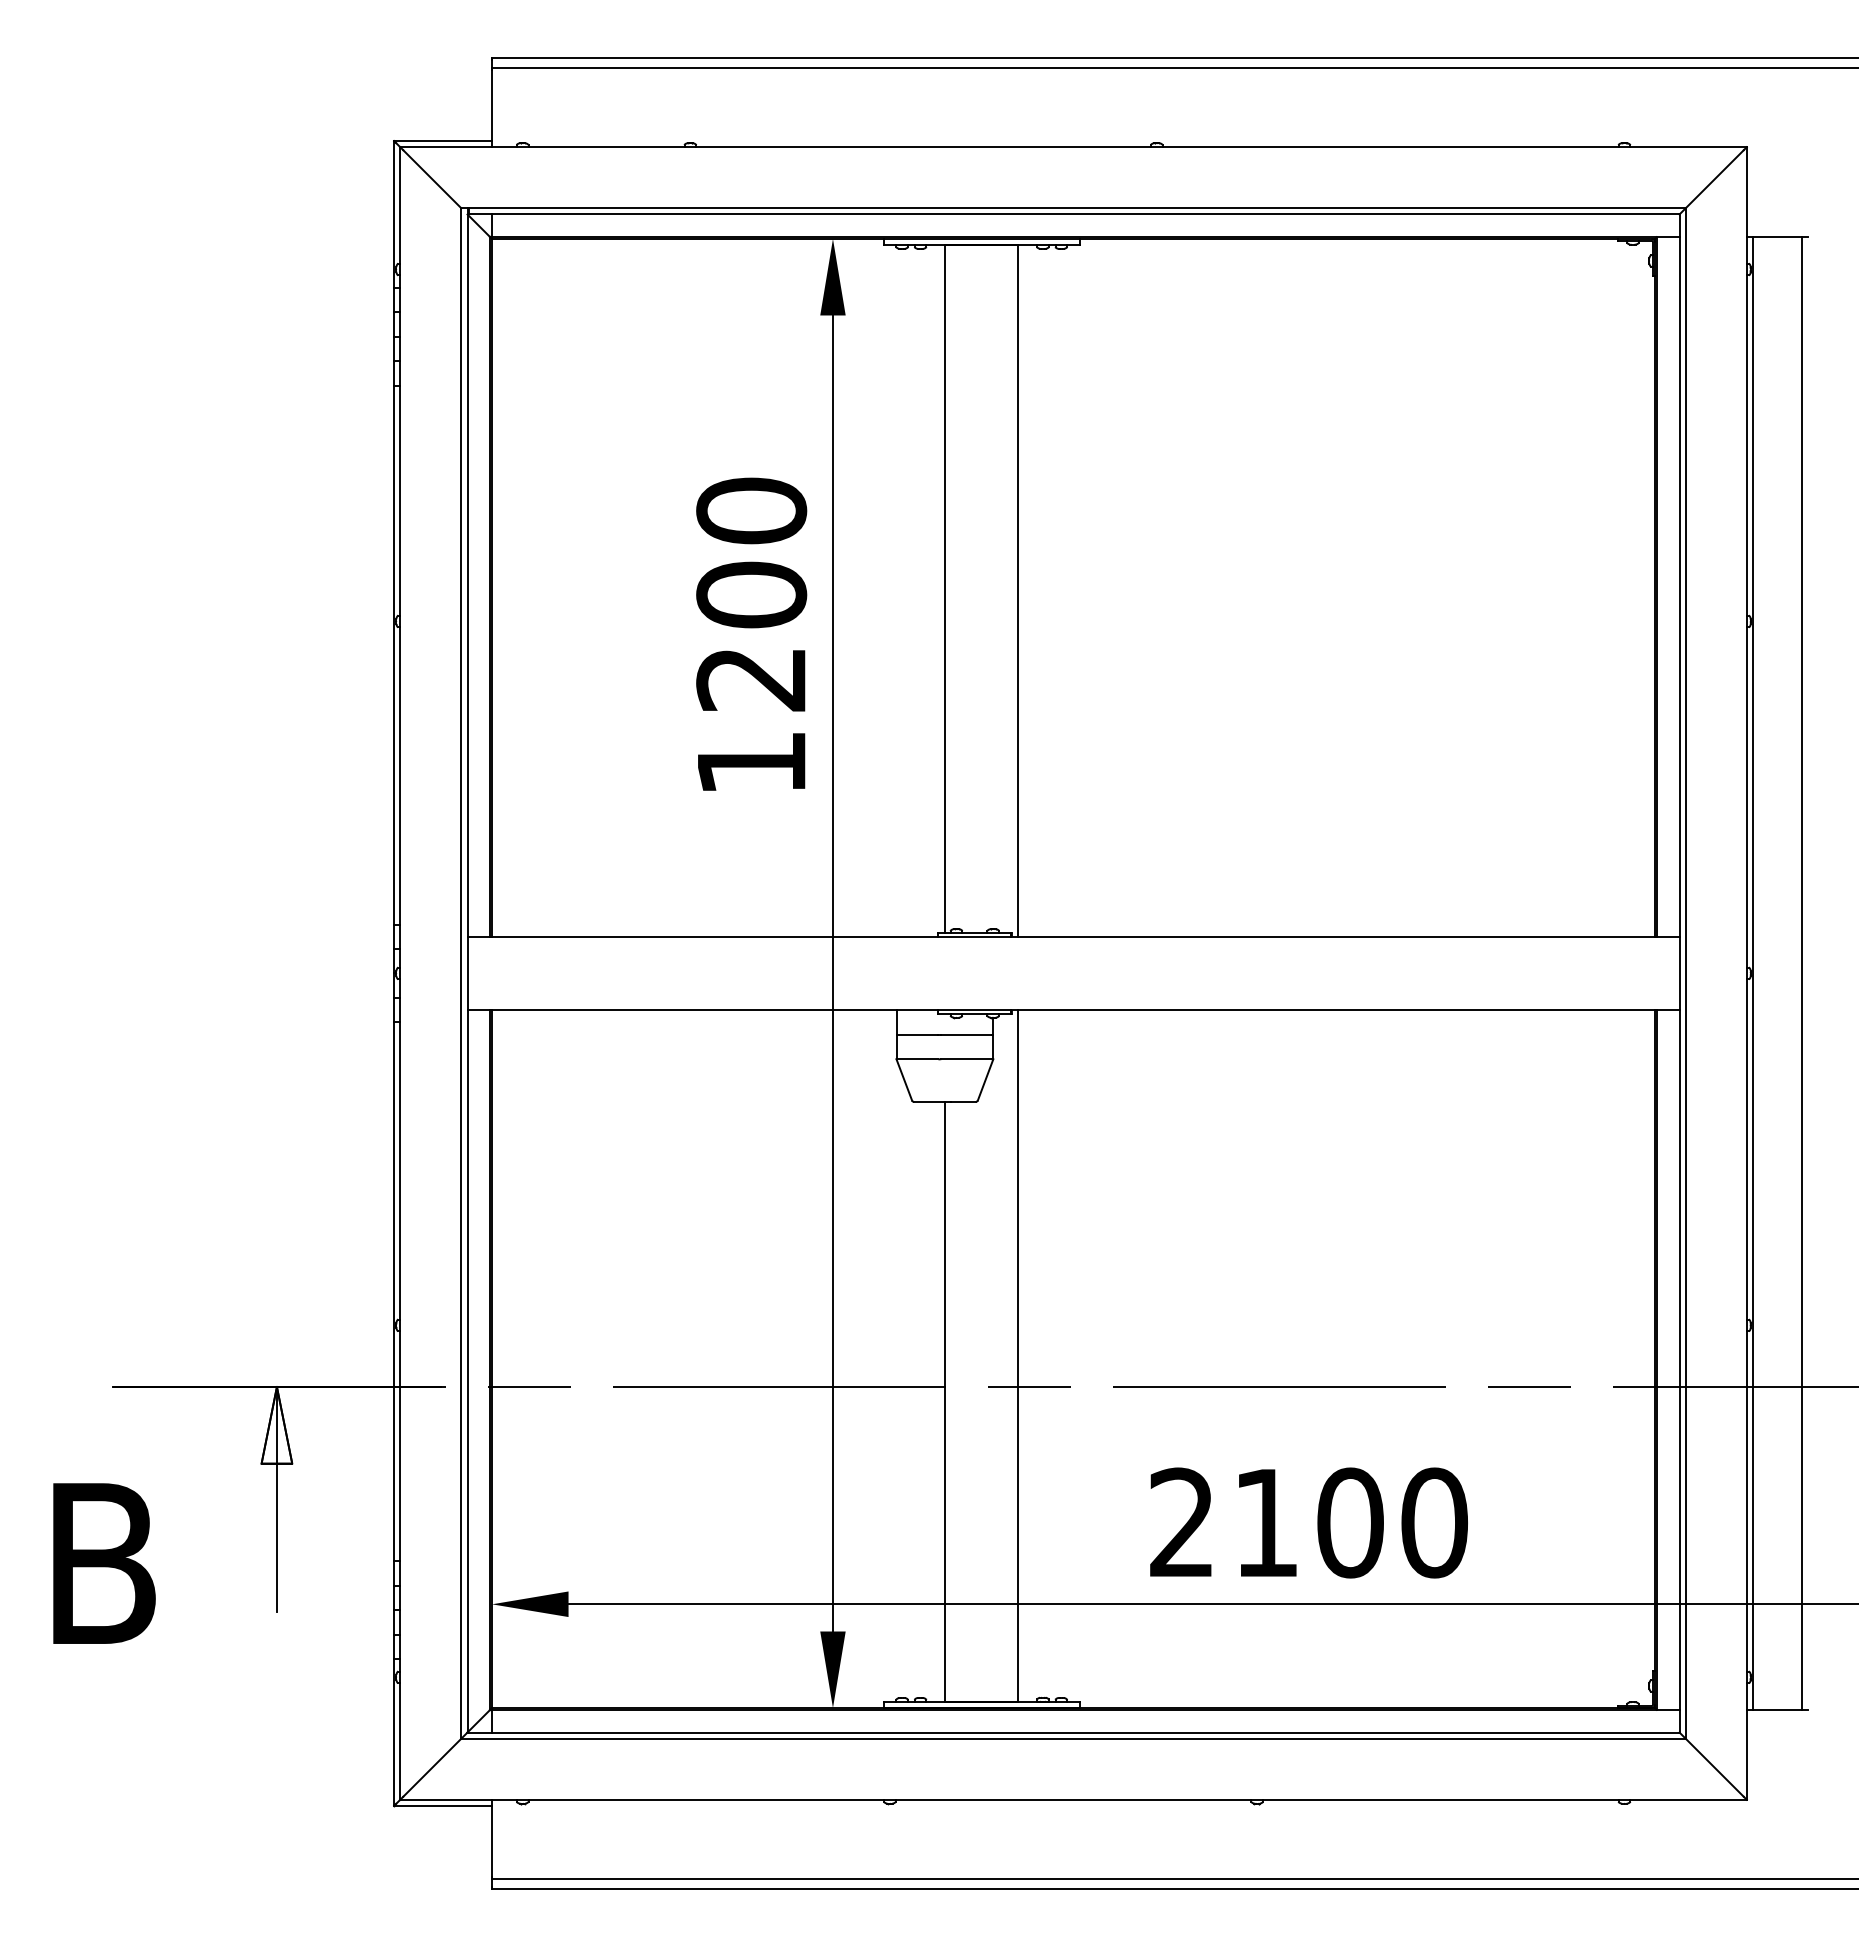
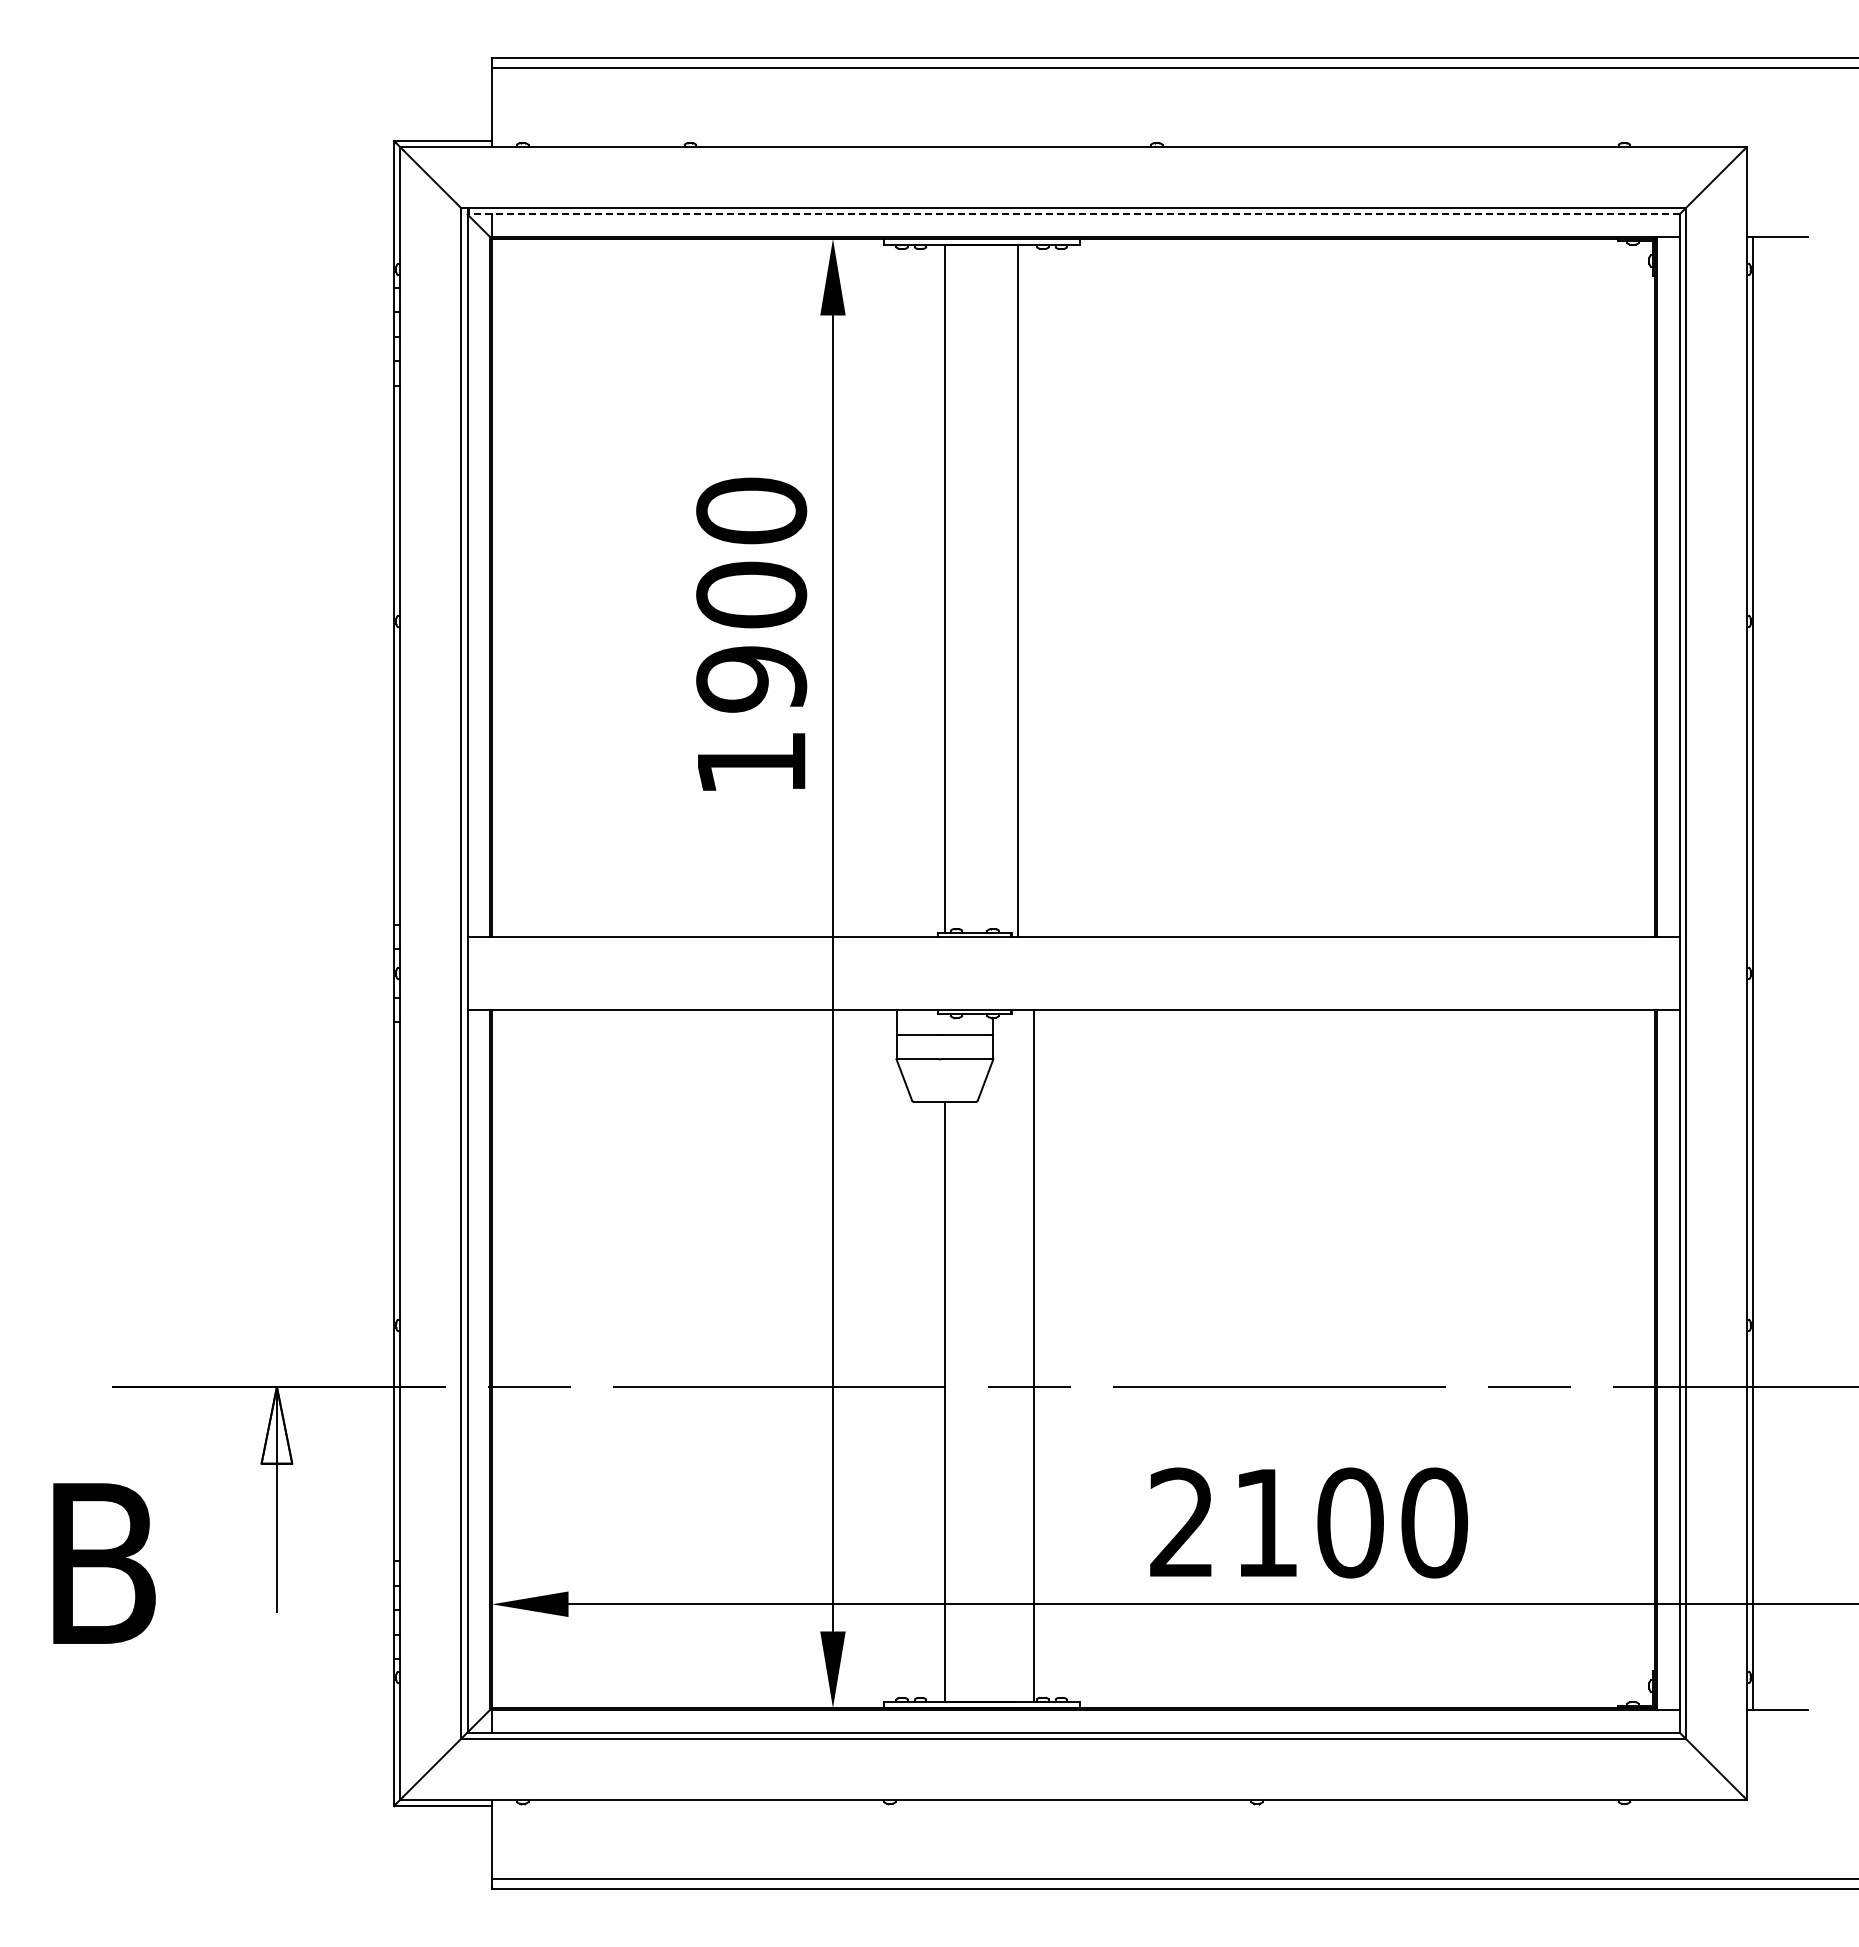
line at (1073, 214): solid -> dashed
text at (751, 679): 1200 -> 1900
line at (1801, 973): present -> none
line at (1018, 1355) position: (1018, 1355) -> (1034, 1355)
